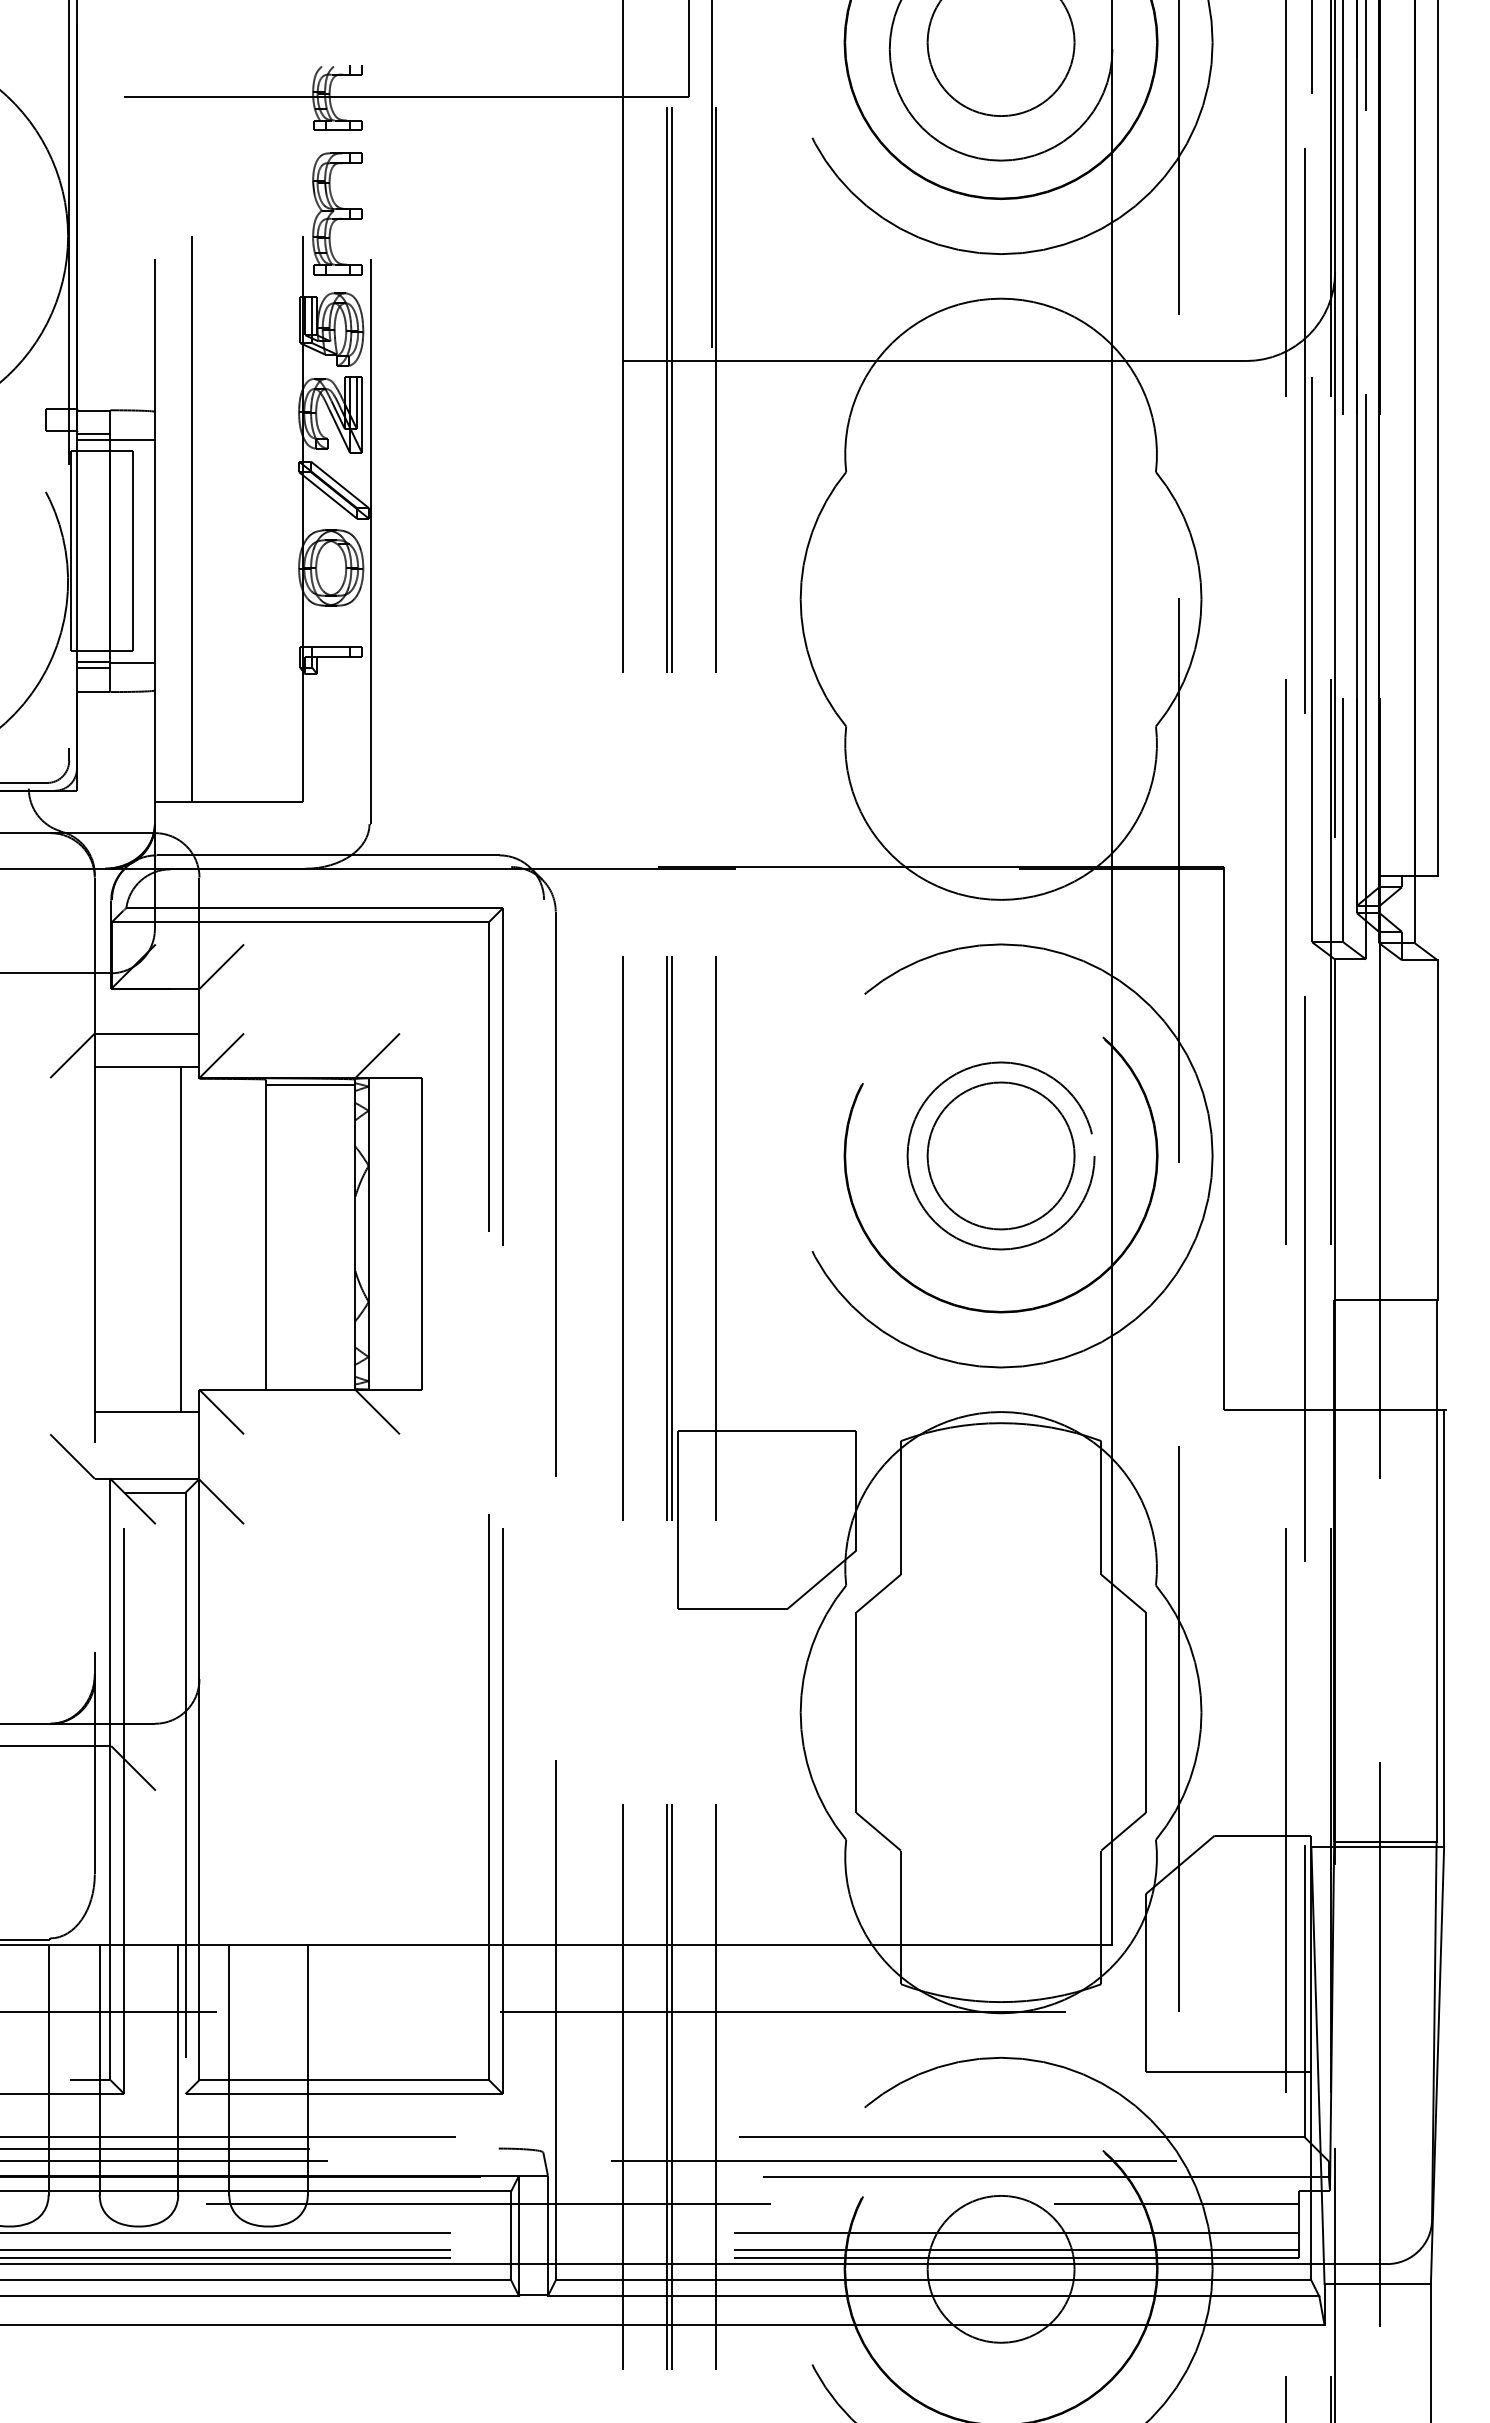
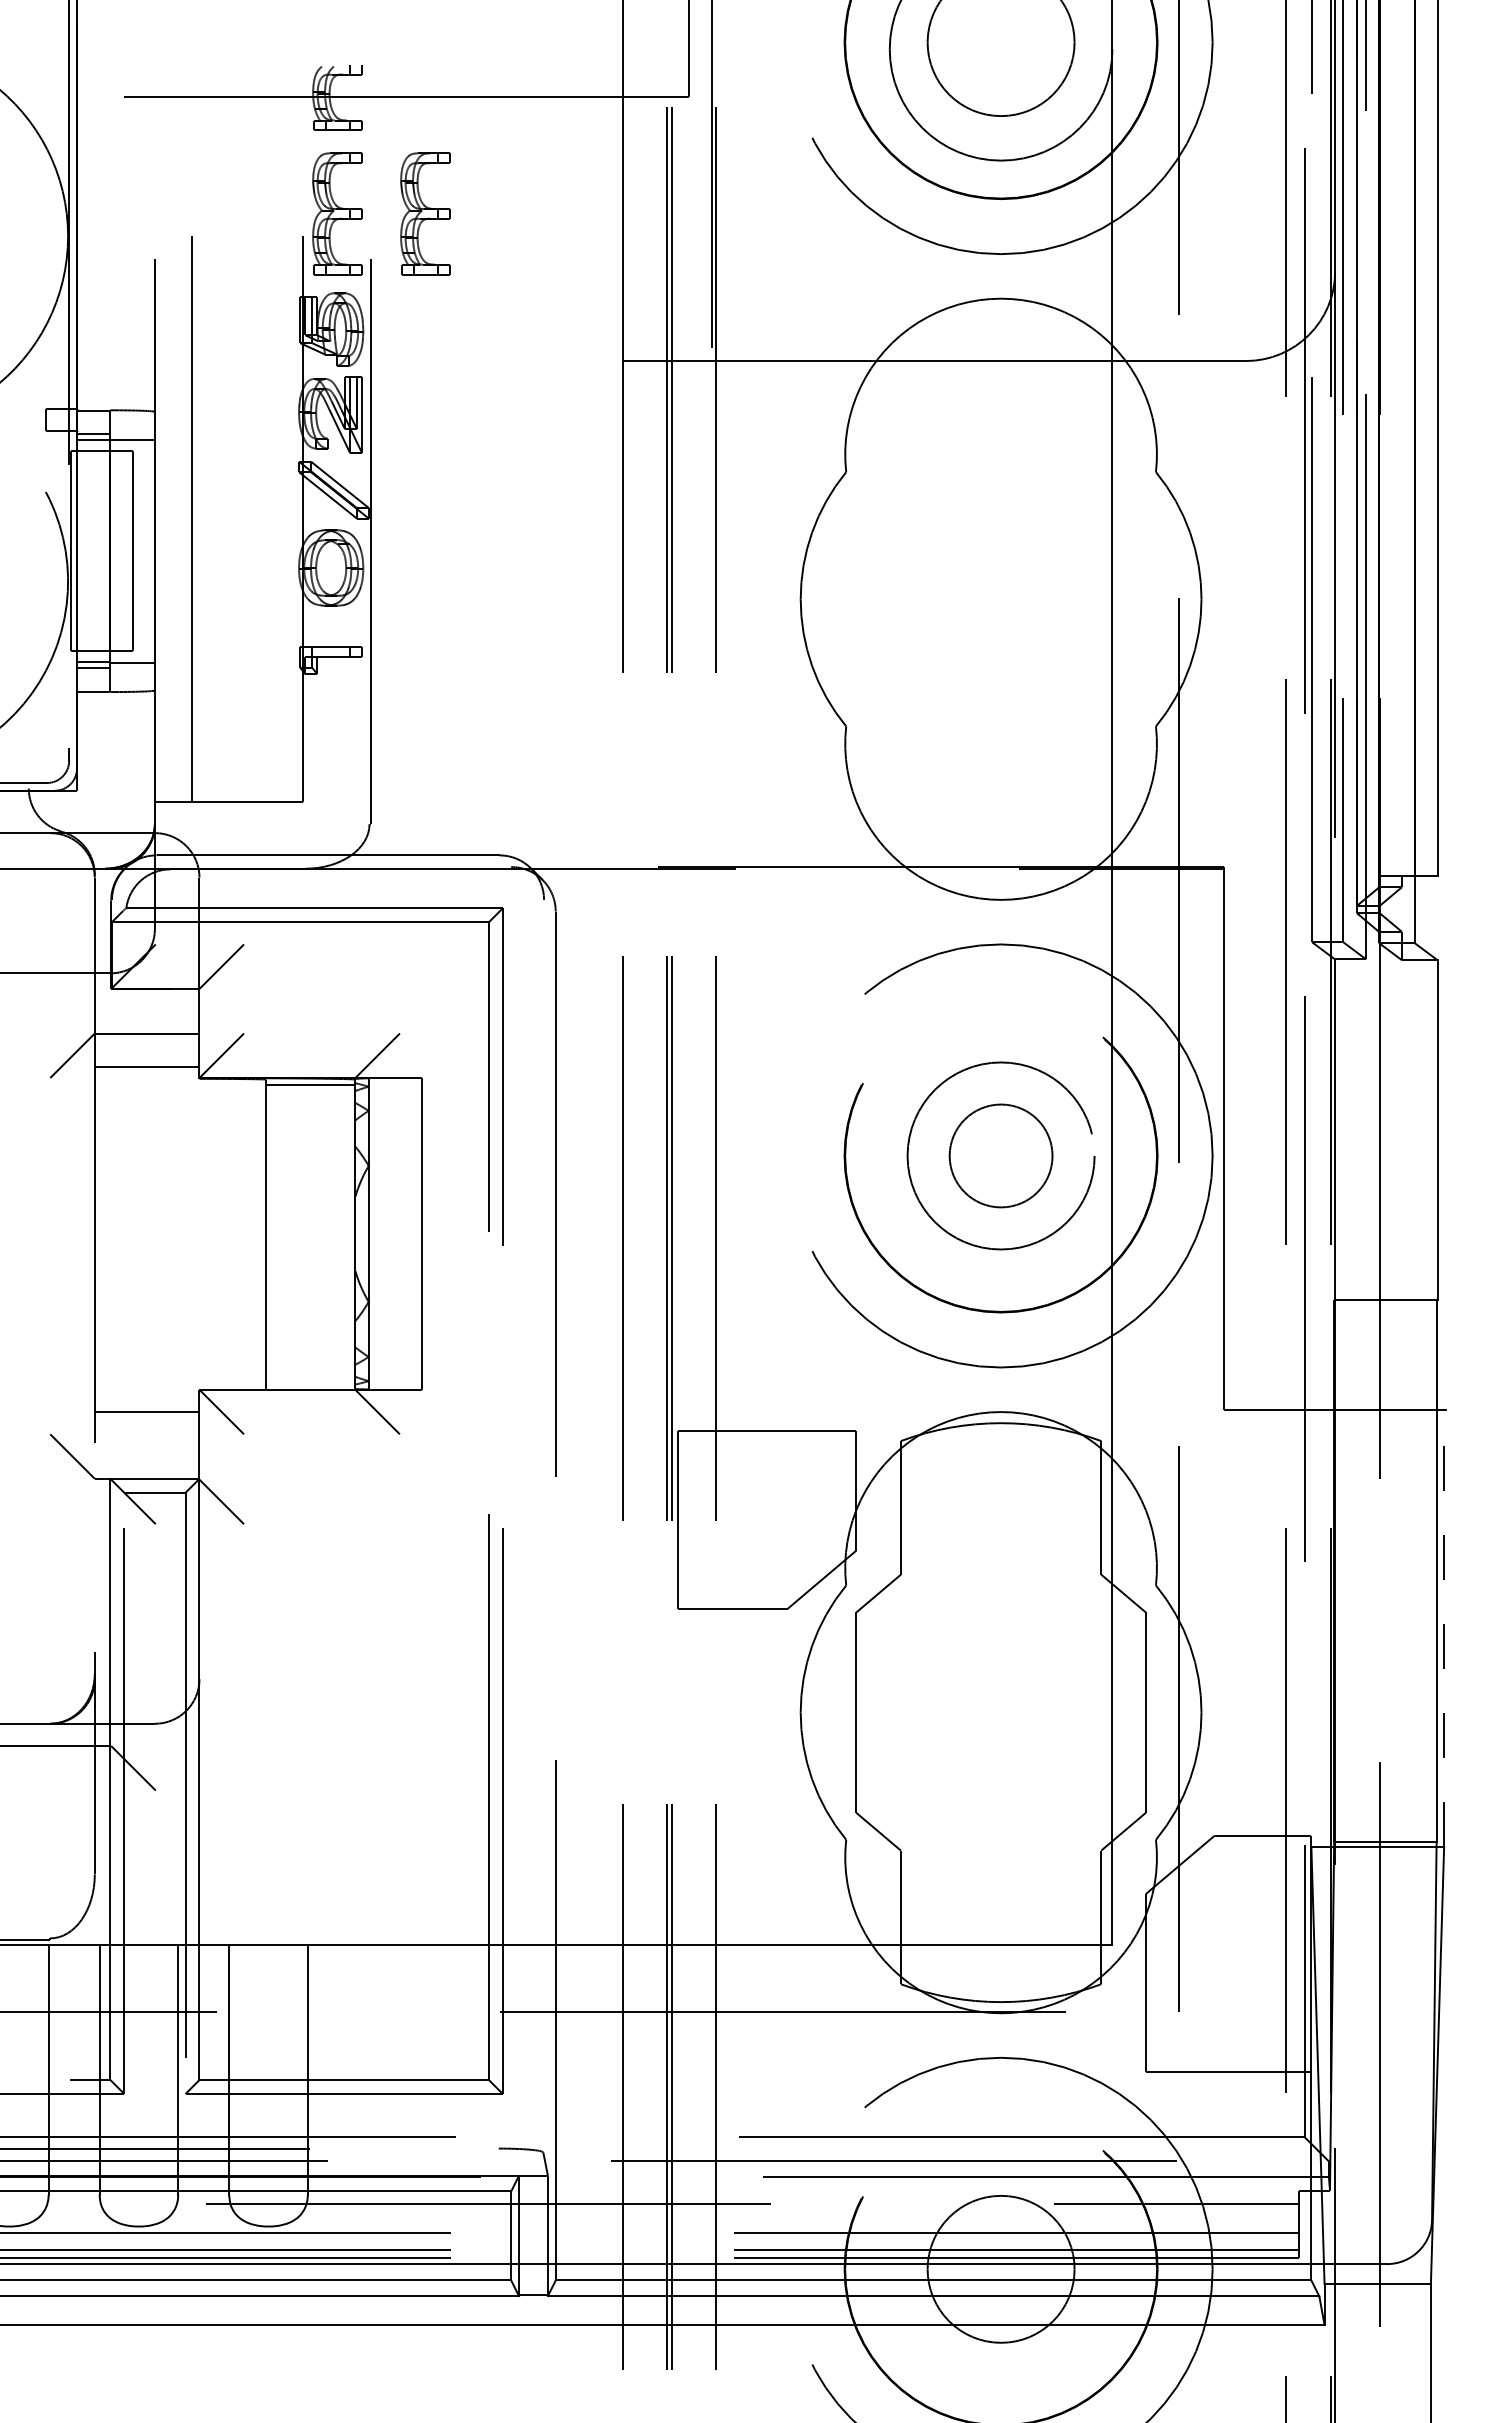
part at (425, 213): none -> present
circle at (1000, 1155) diameter: 147 px -> 103 px
line at (180, 1239): present -> none
line at (1444, 1628): solid -> dashed
